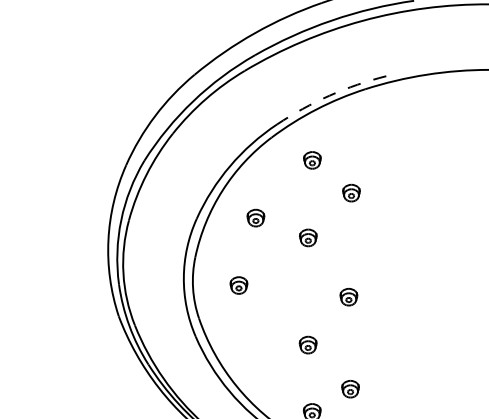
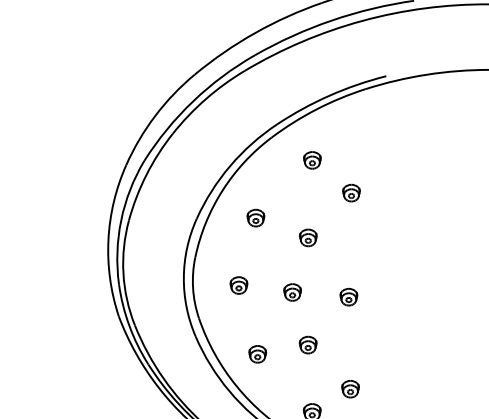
arc at (329, 95): dashed -> solid
part at (292, 292): none -> present
part at (257, 354): none -> present
